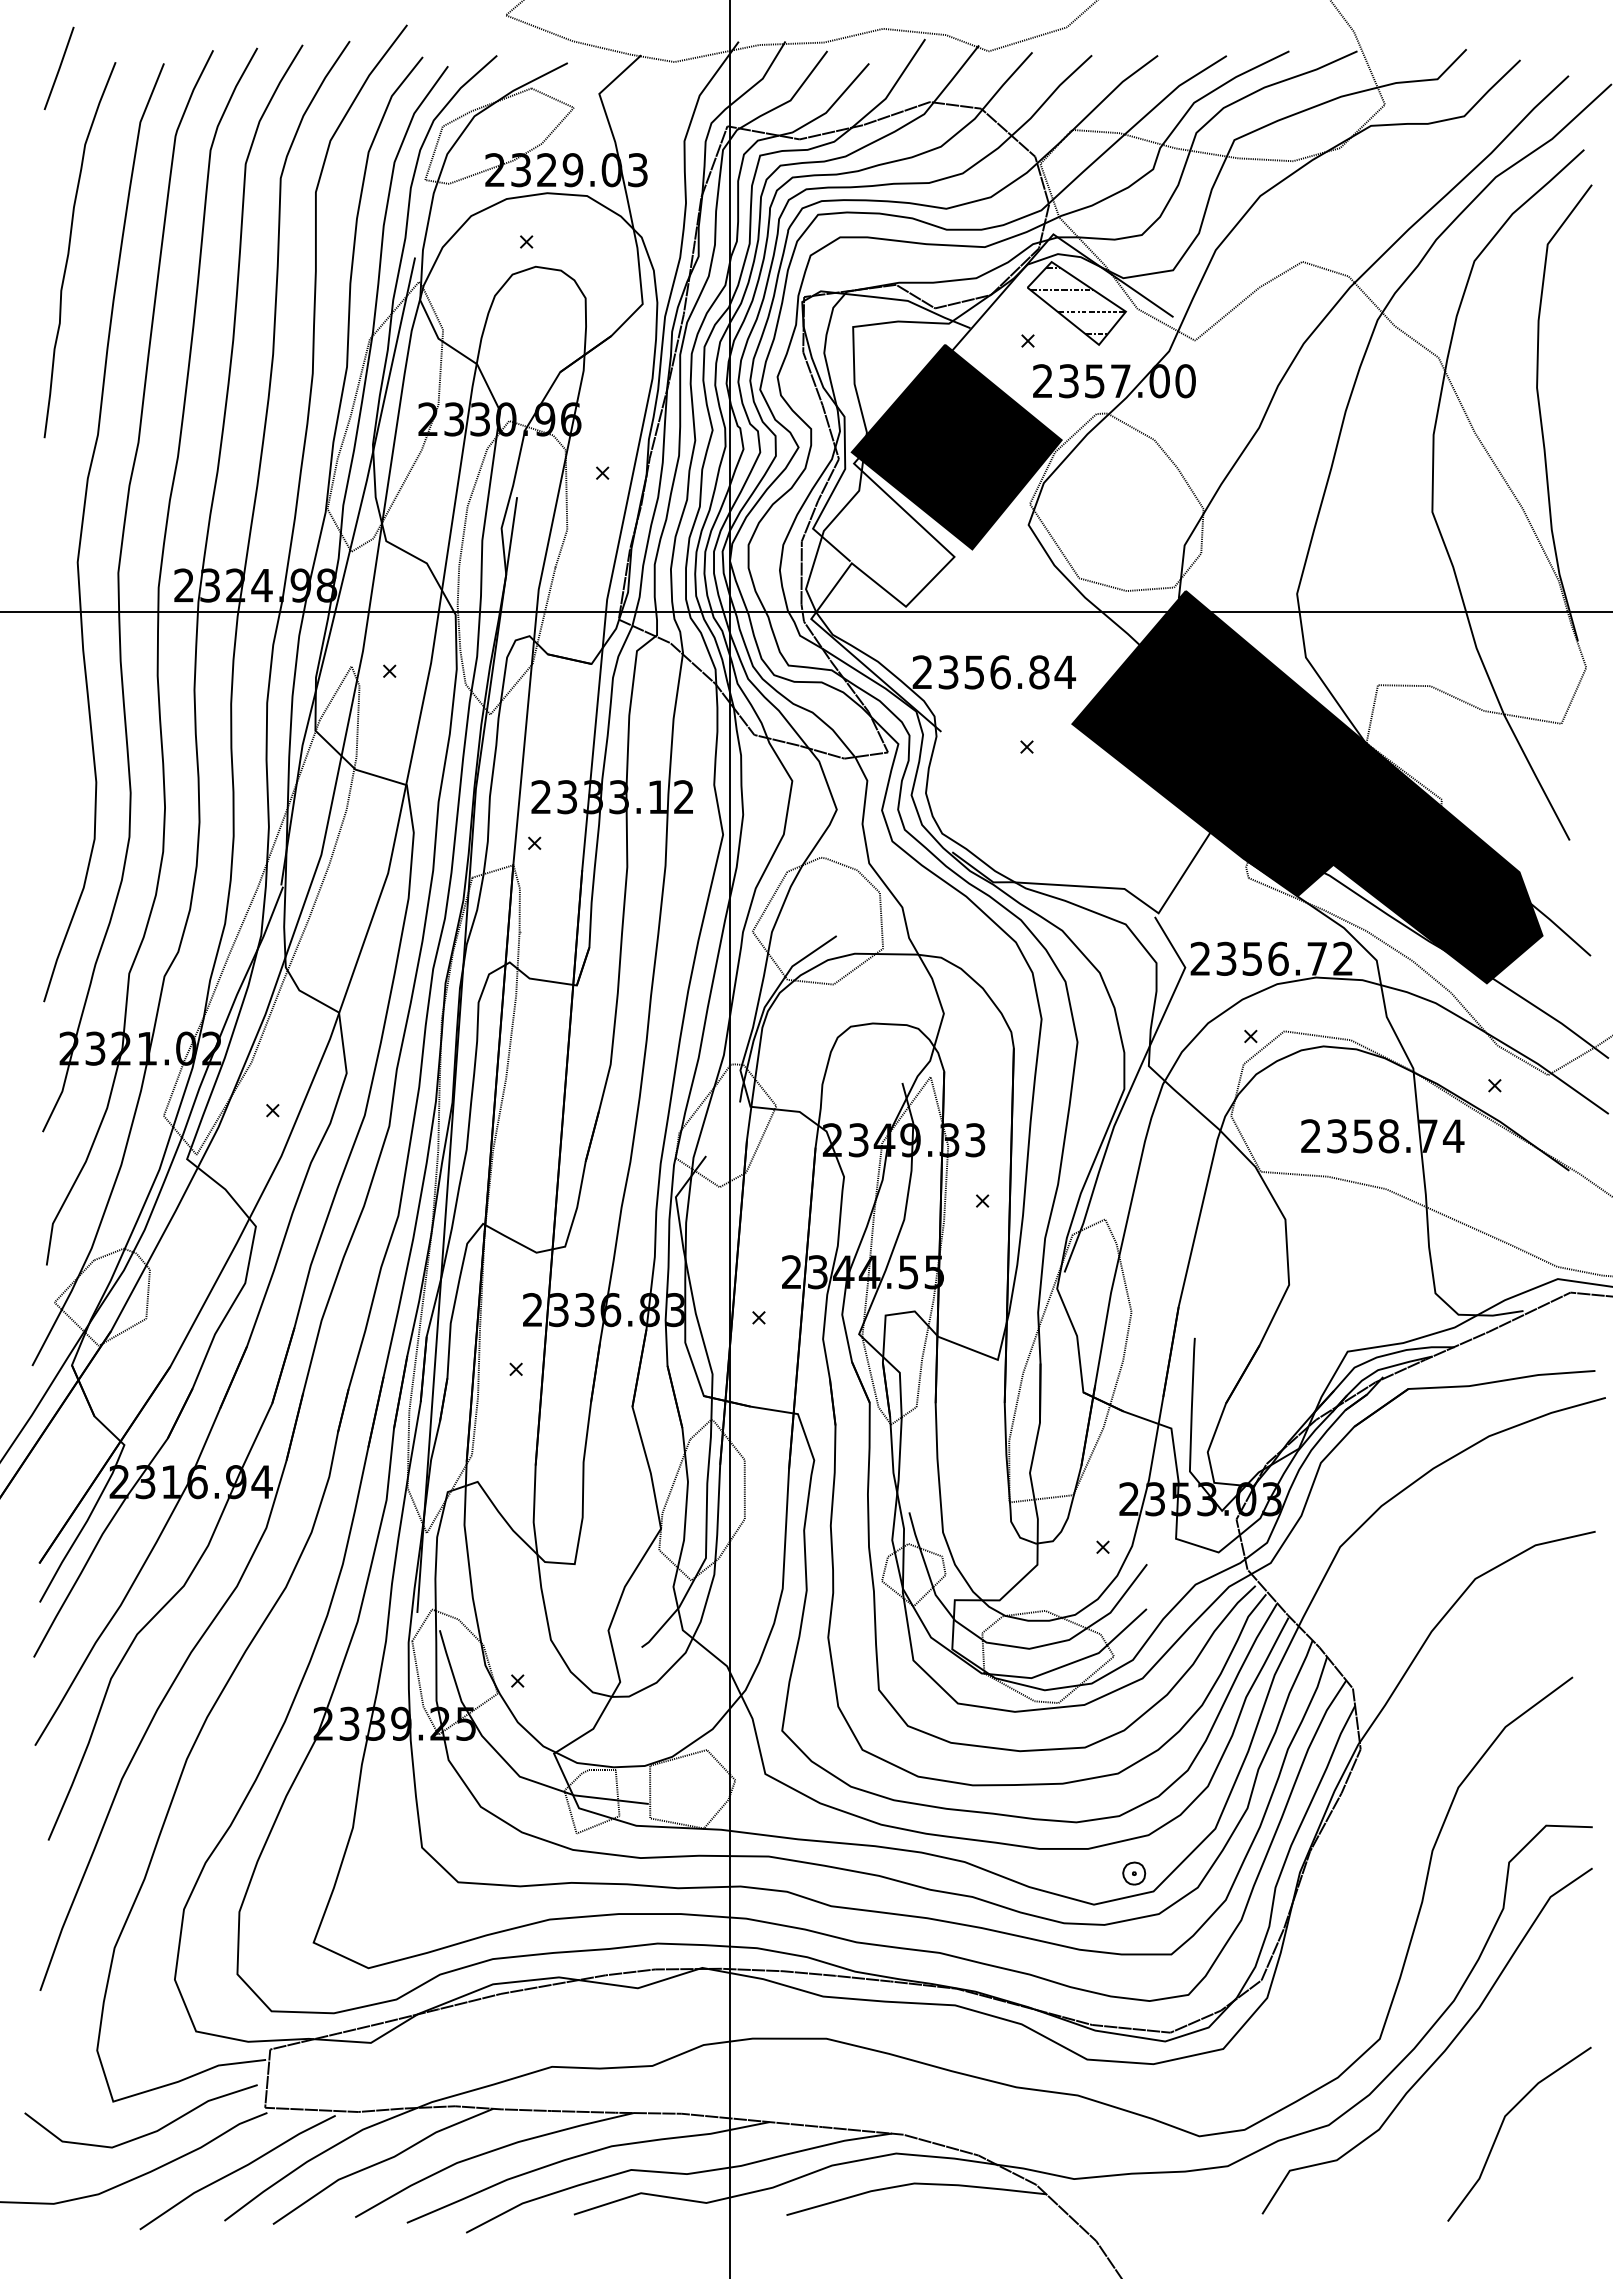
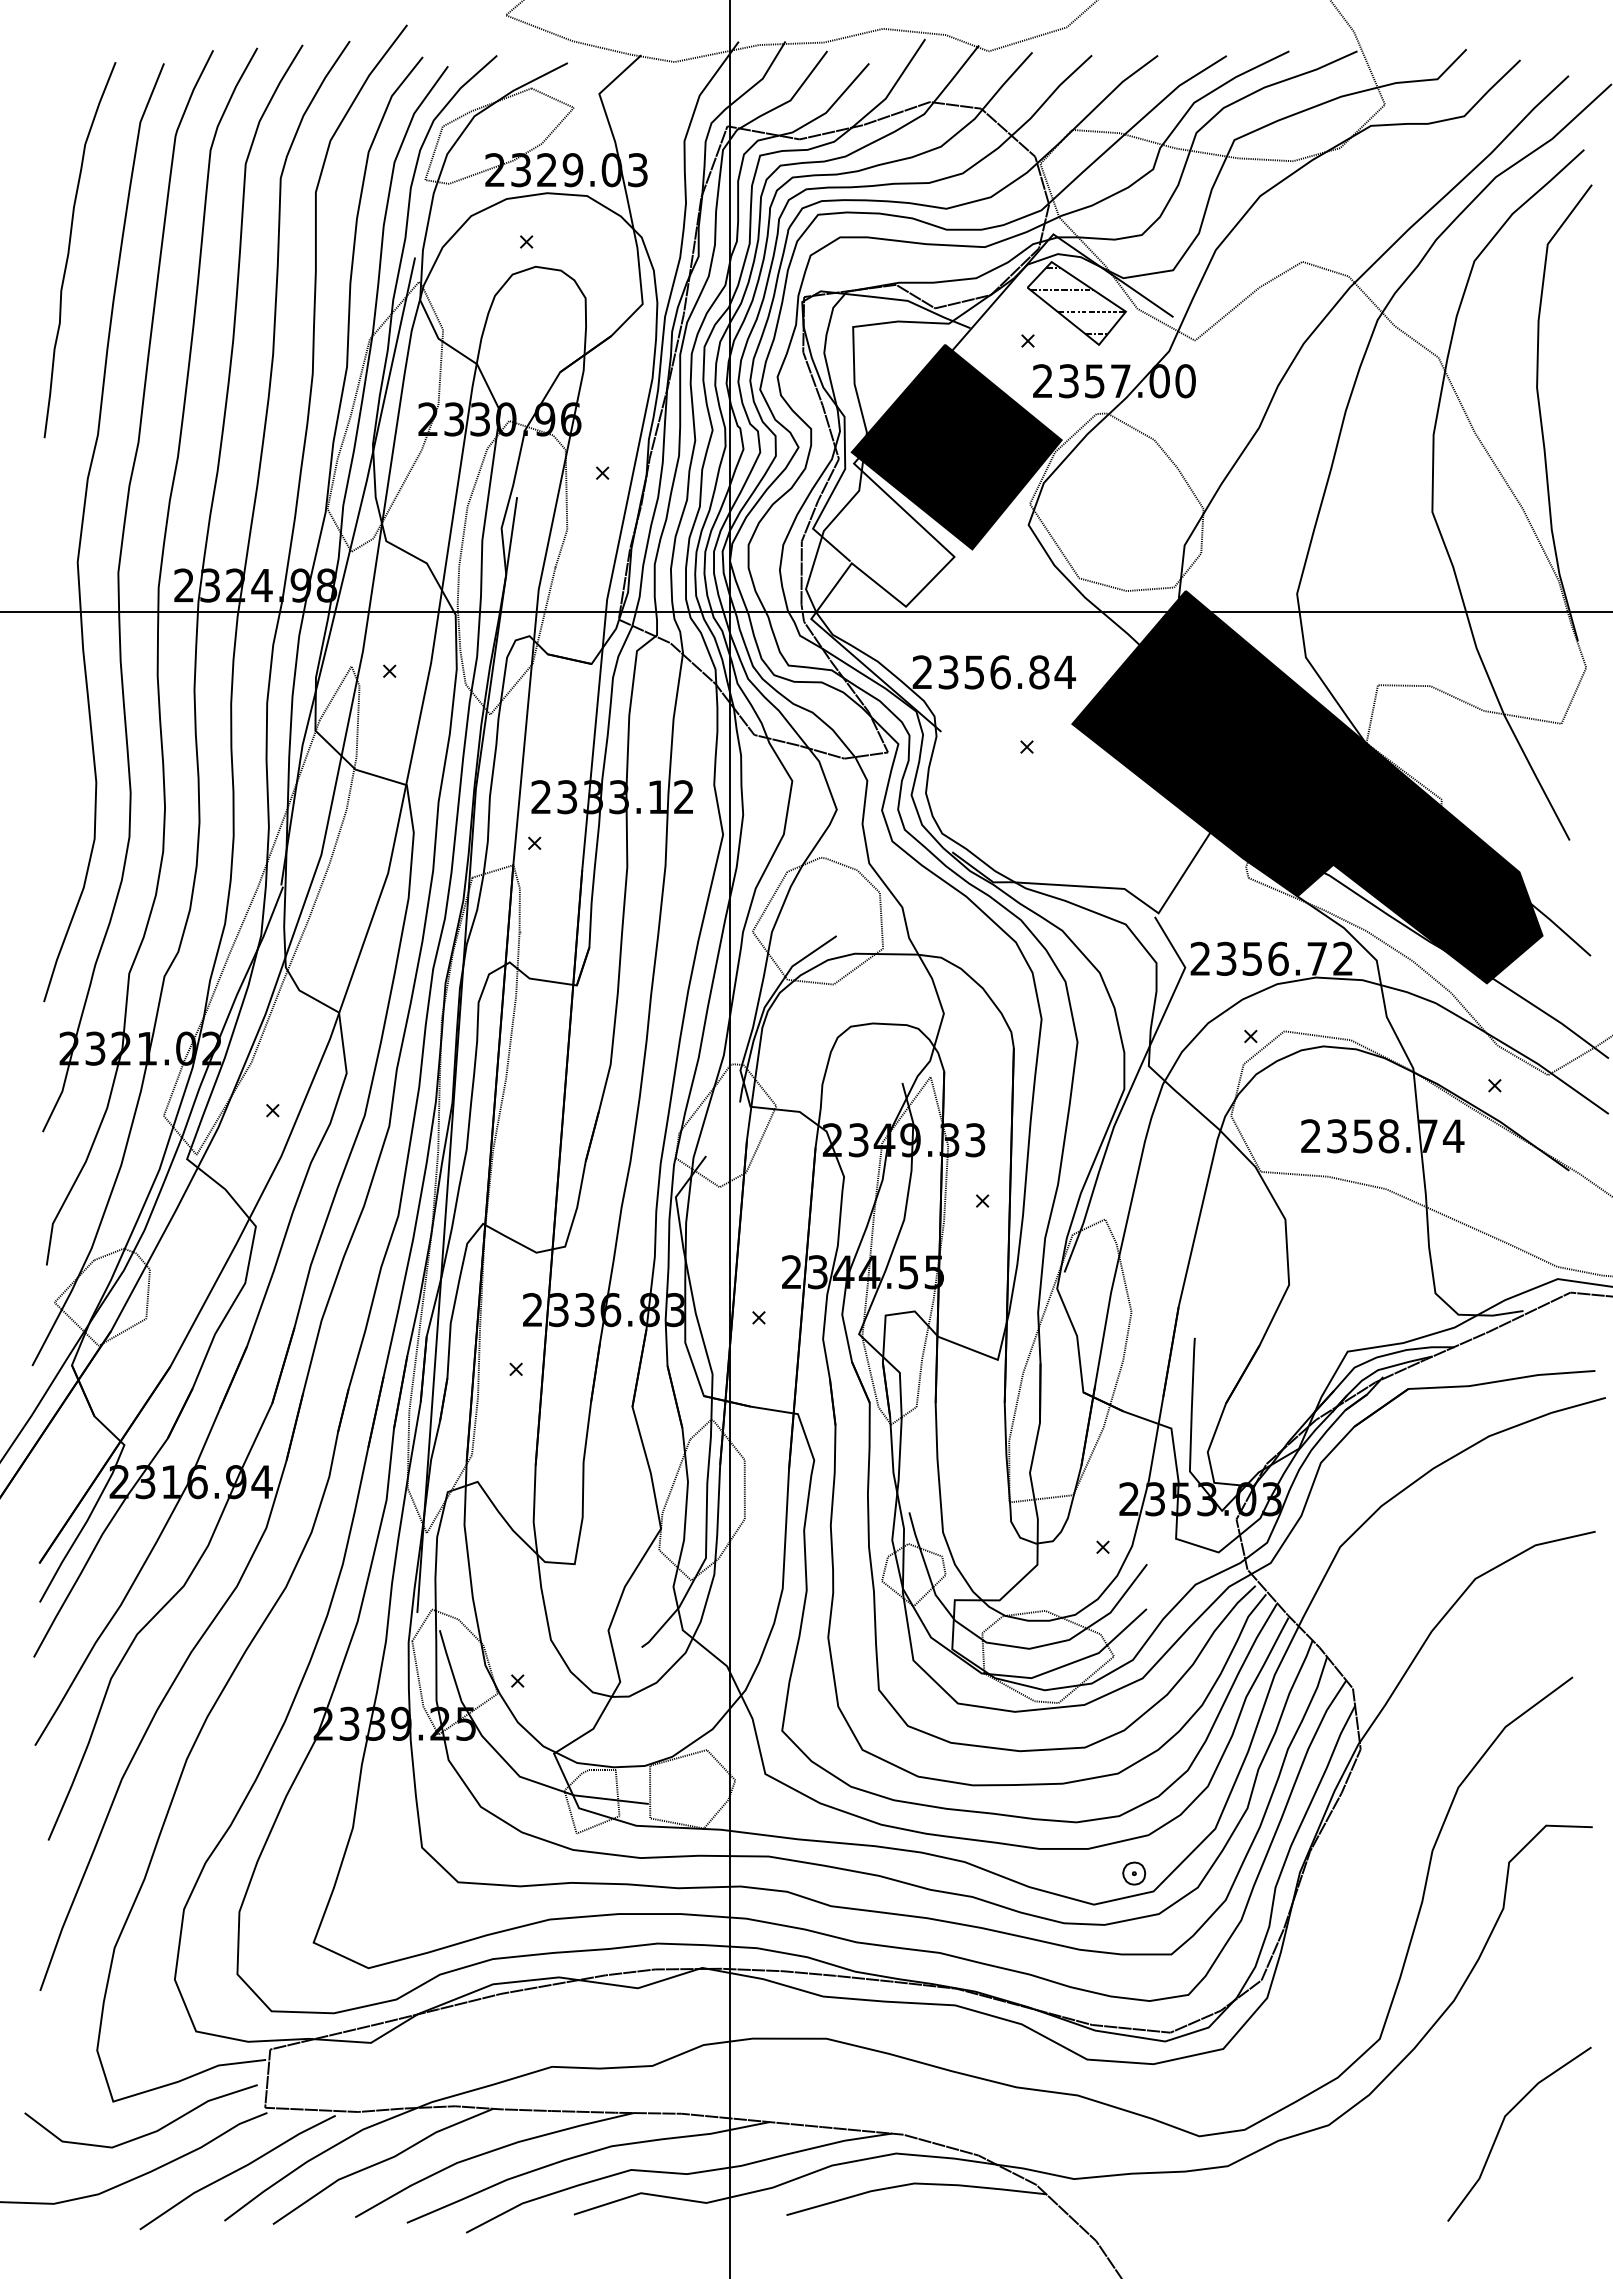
line at (58, 68): present -> none
curve at (1440, 2054): present -> none
